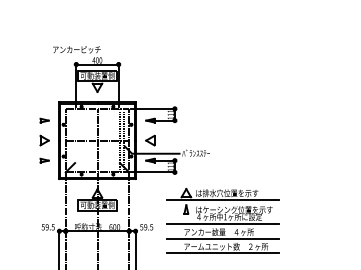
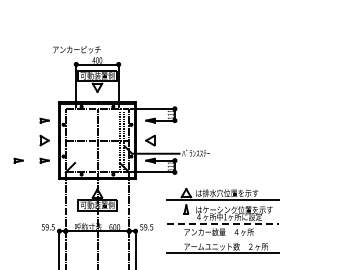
part at (18, 160): none -> present
line at (222, 224): solid -> dashed
line at (222, 238): present -> none
